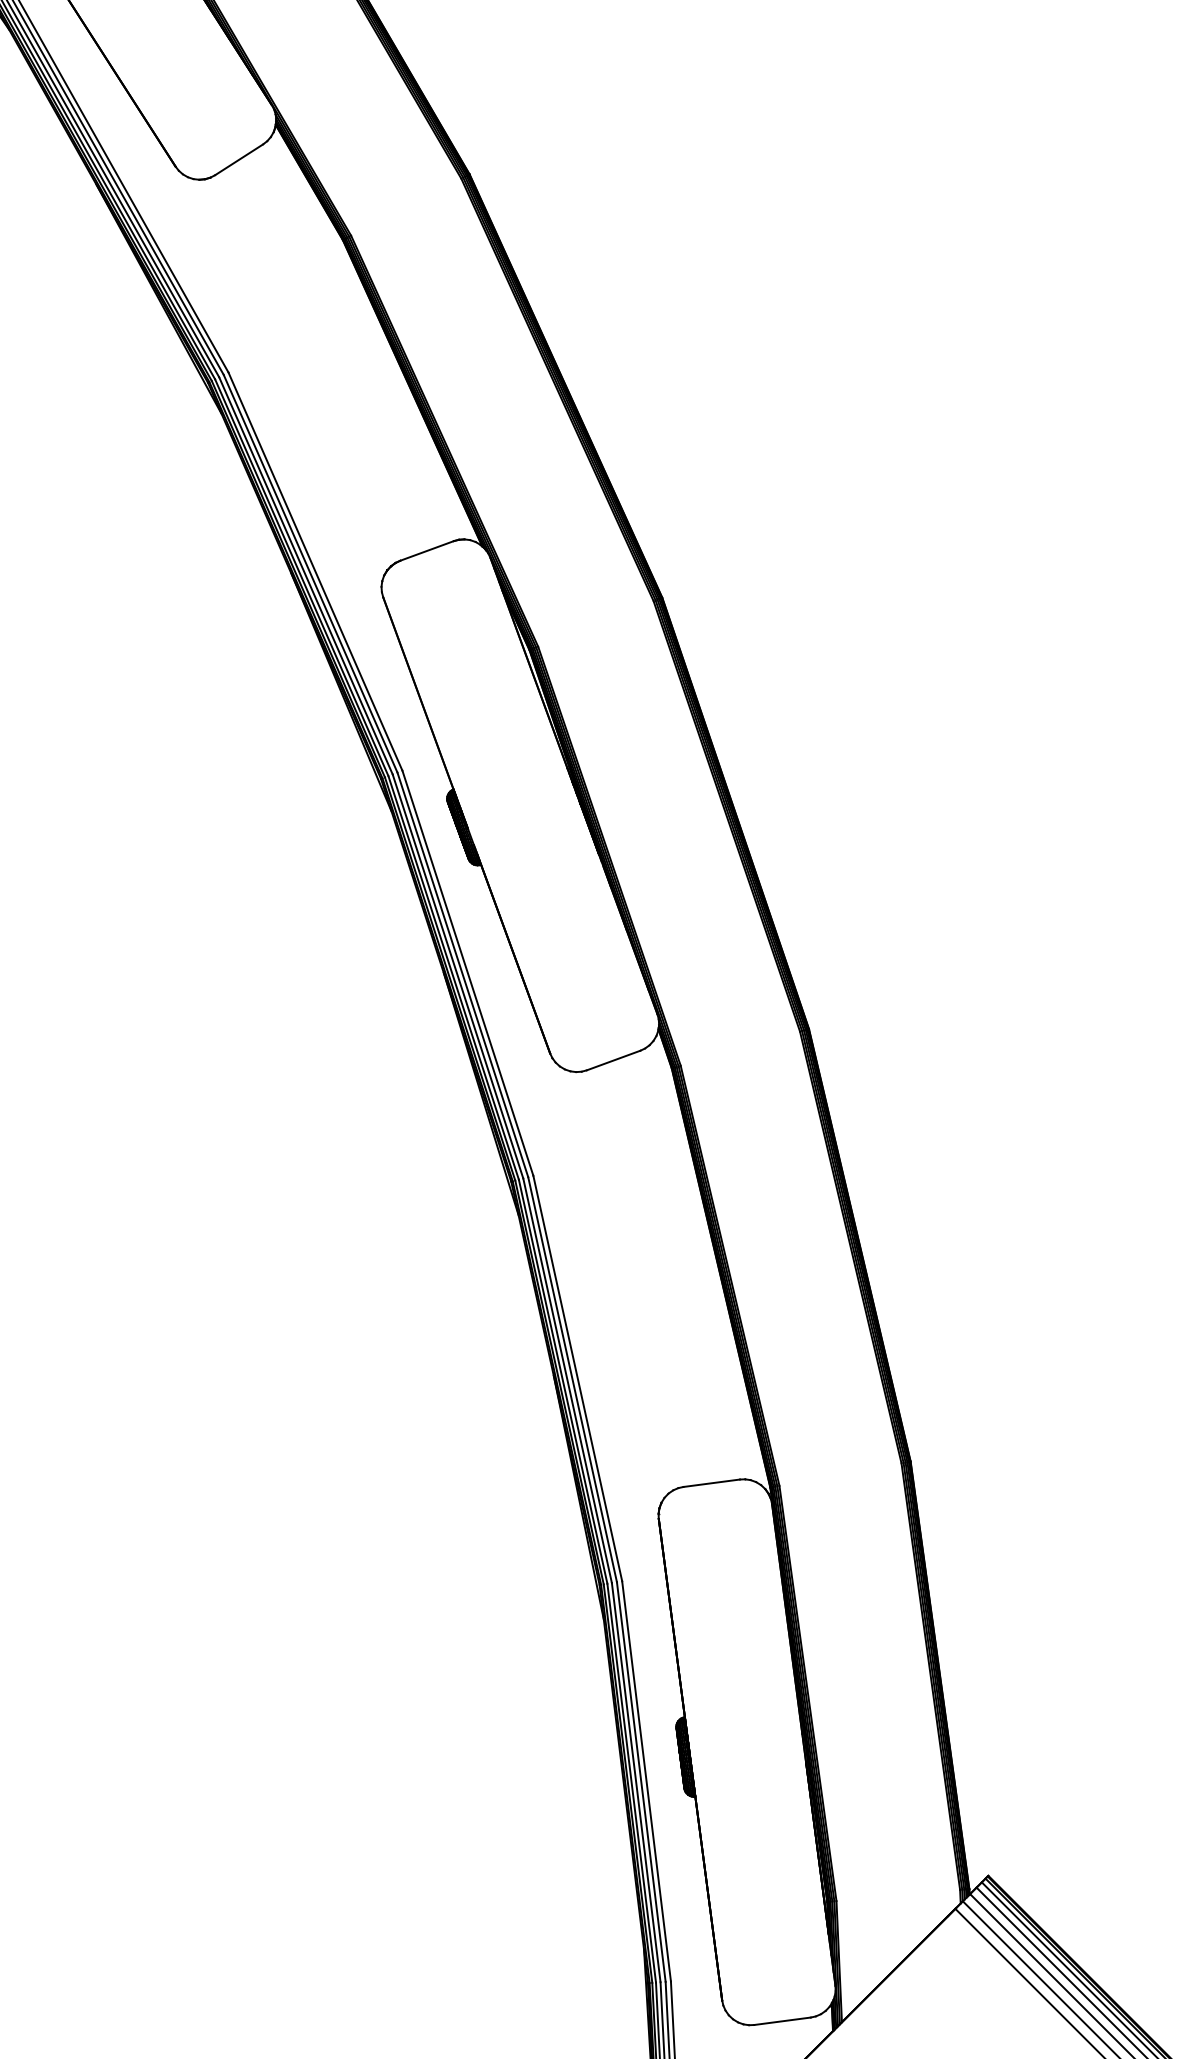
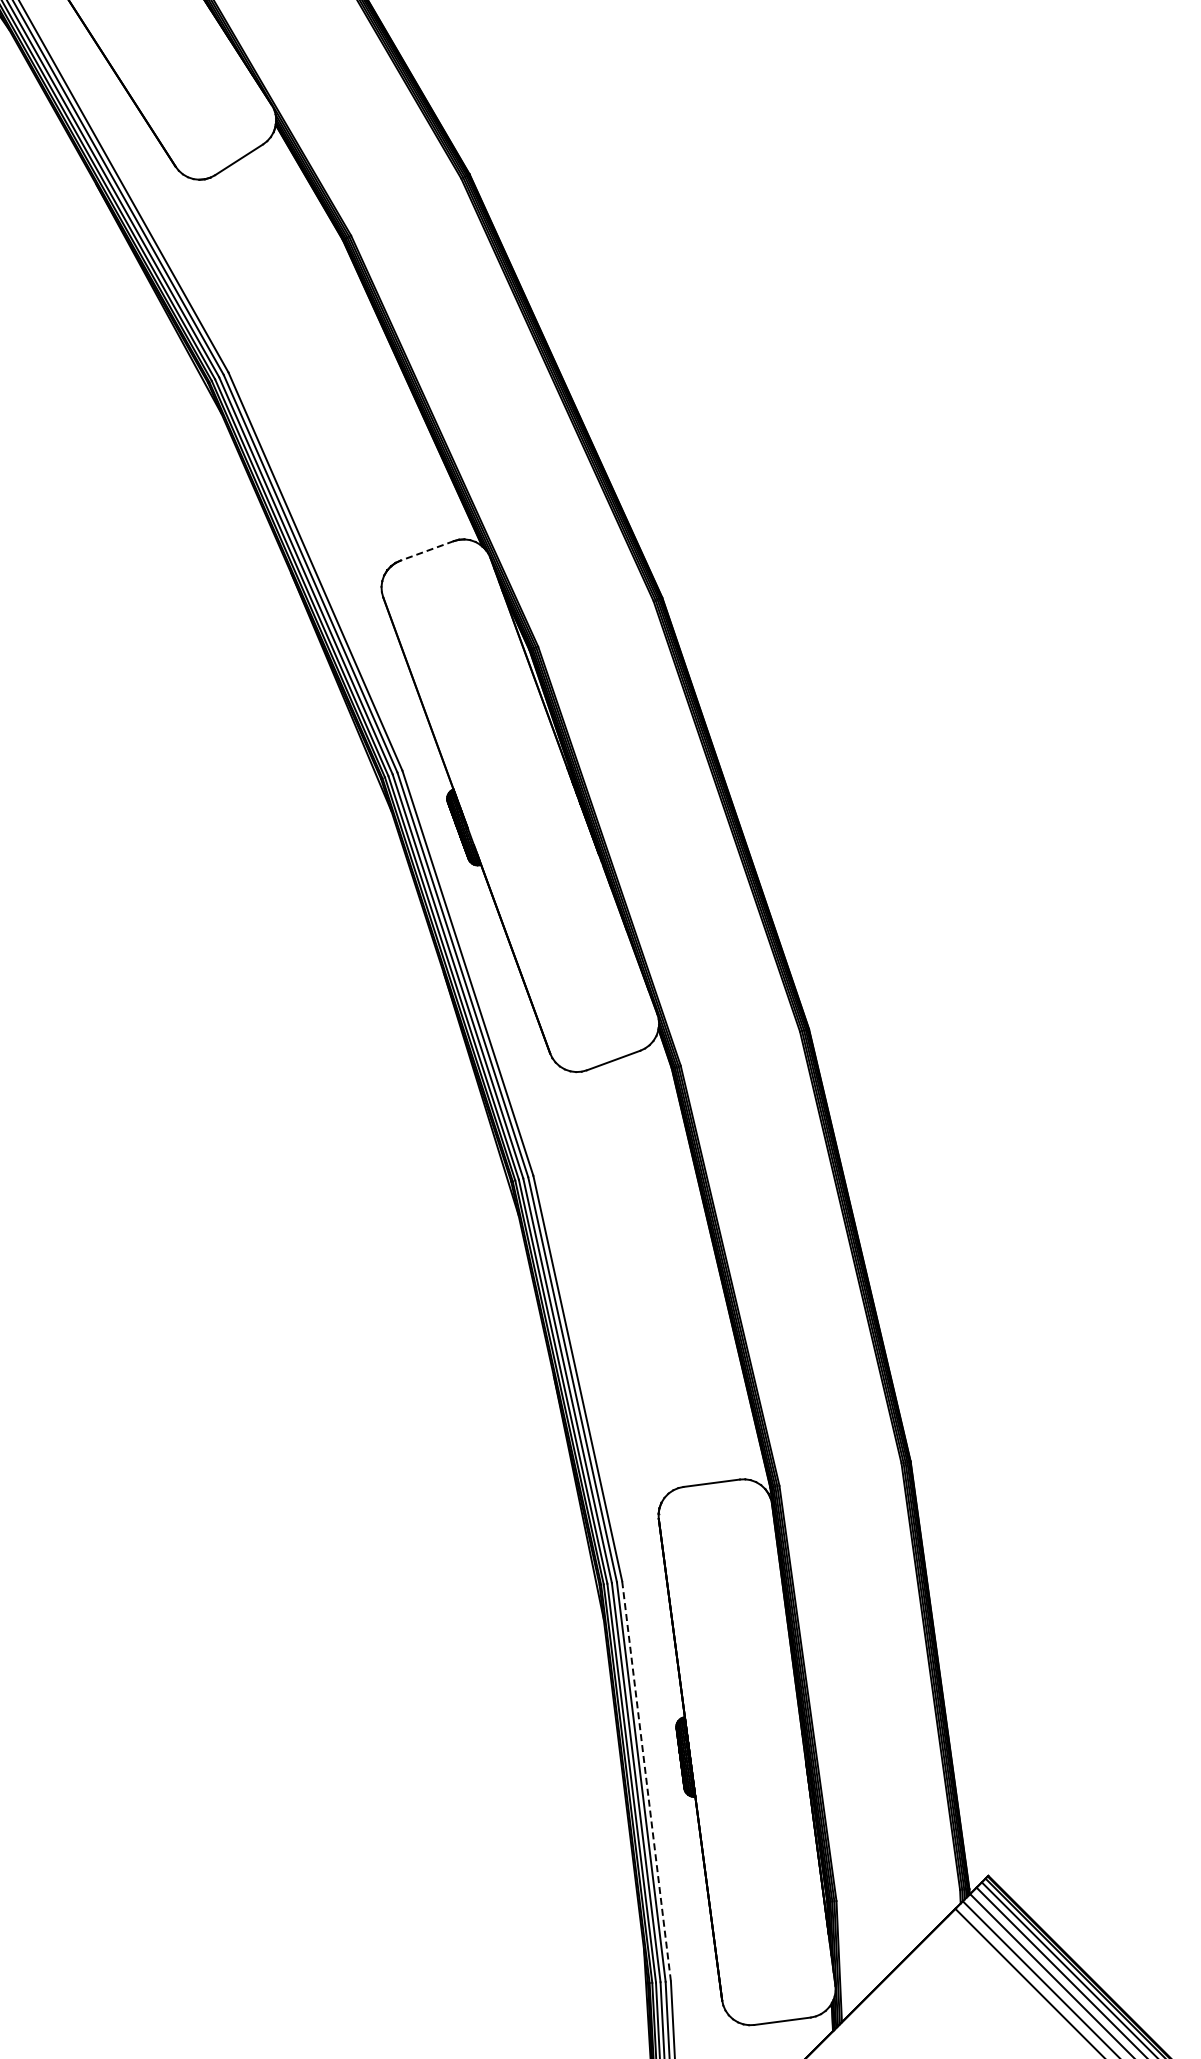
line at (427, 550): solid -> dashed
line at (646, 1781): solid -> dashed
